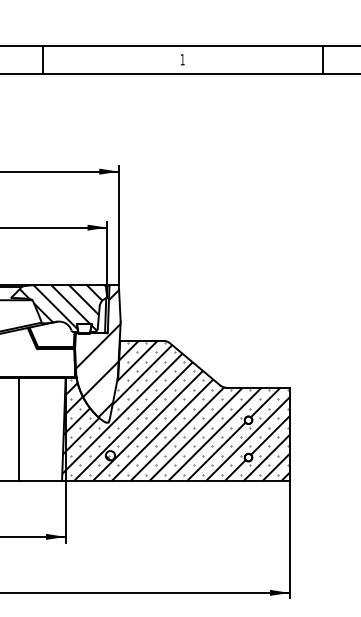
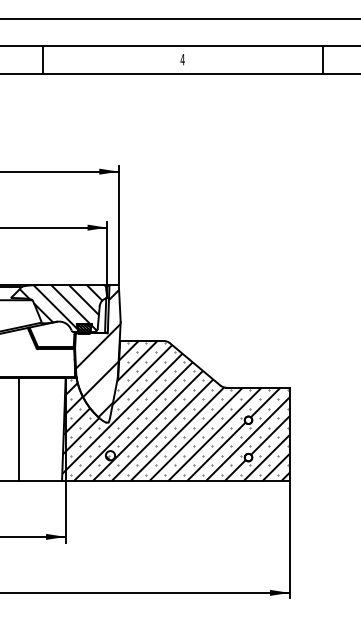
line at (179, 18): none -> present
text at (182, 59): 1 -> 4
hatch at (84, 328): none -> present
